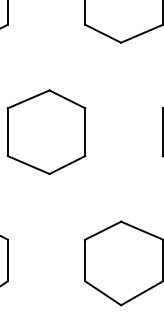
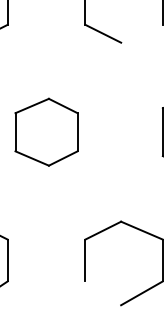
line at (140, 34): present -> none
part at (46, 132) size: 81x87 px -> 65x70 px
line at (103, 293): present -> none
